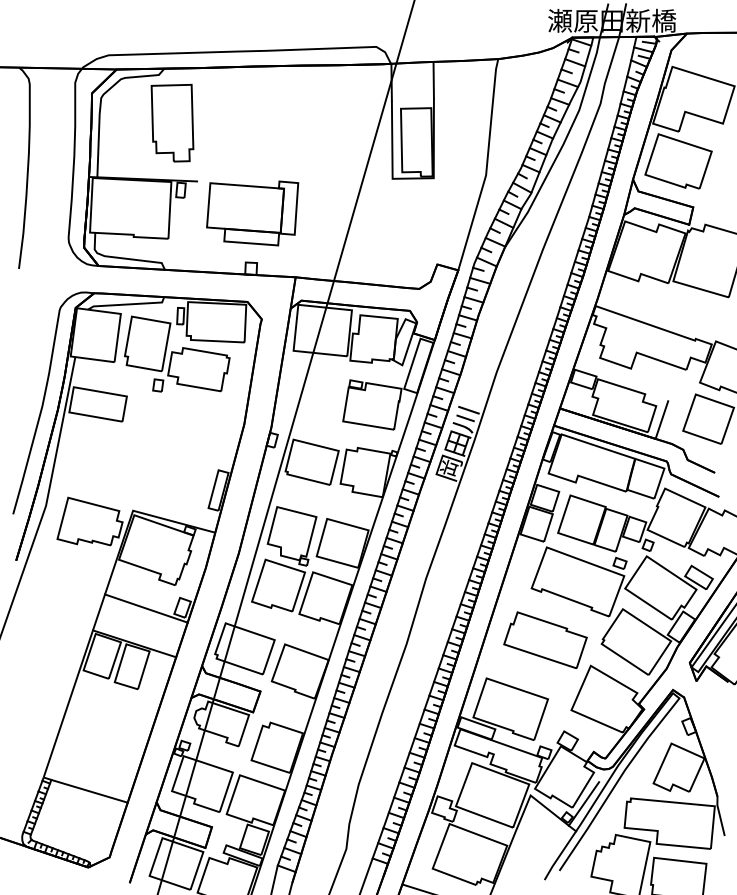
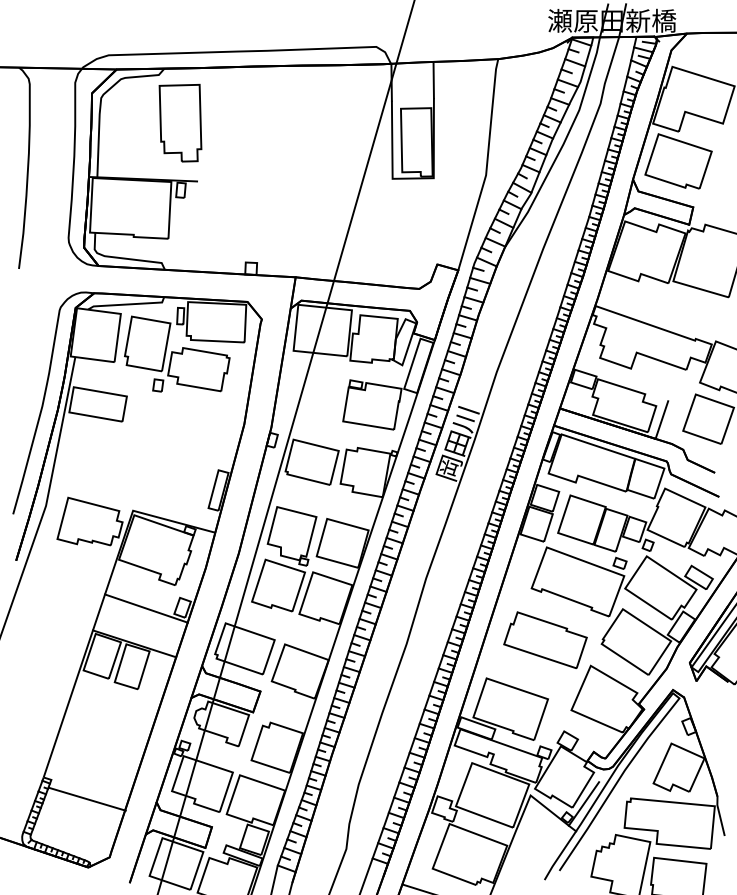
part at (172, 122) position: (172, 122) -> (180, 122)
part at (252, 213): present -> none
line at (89, 790) position: (89, 790) -> (87, 798)
